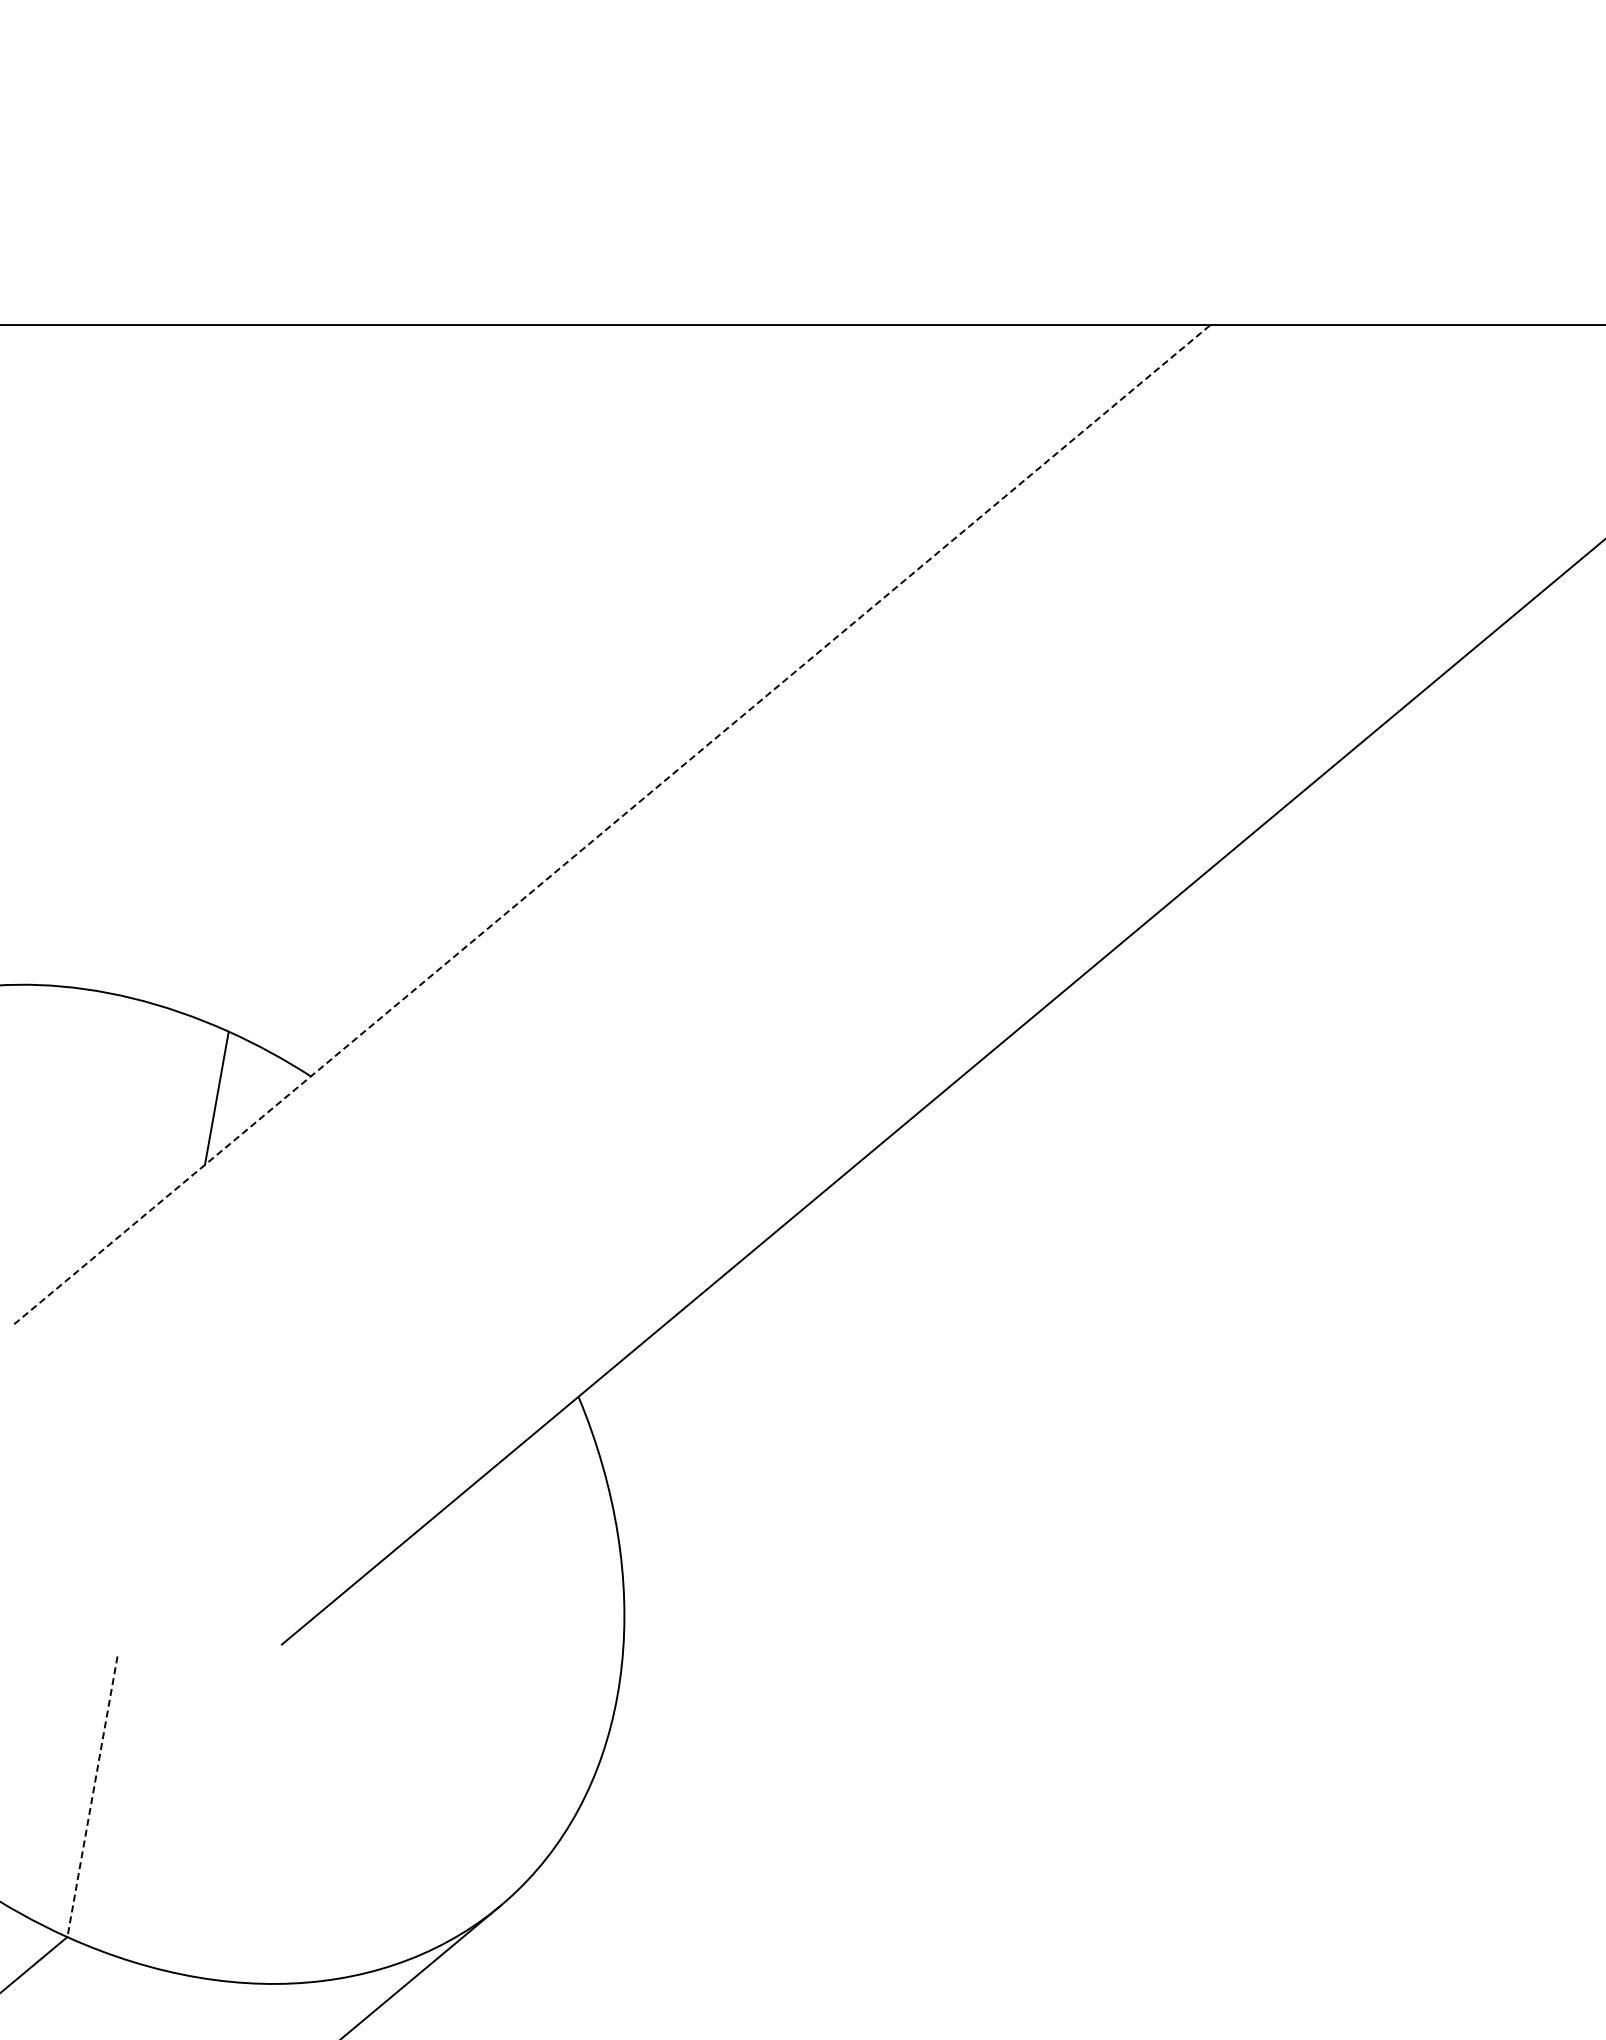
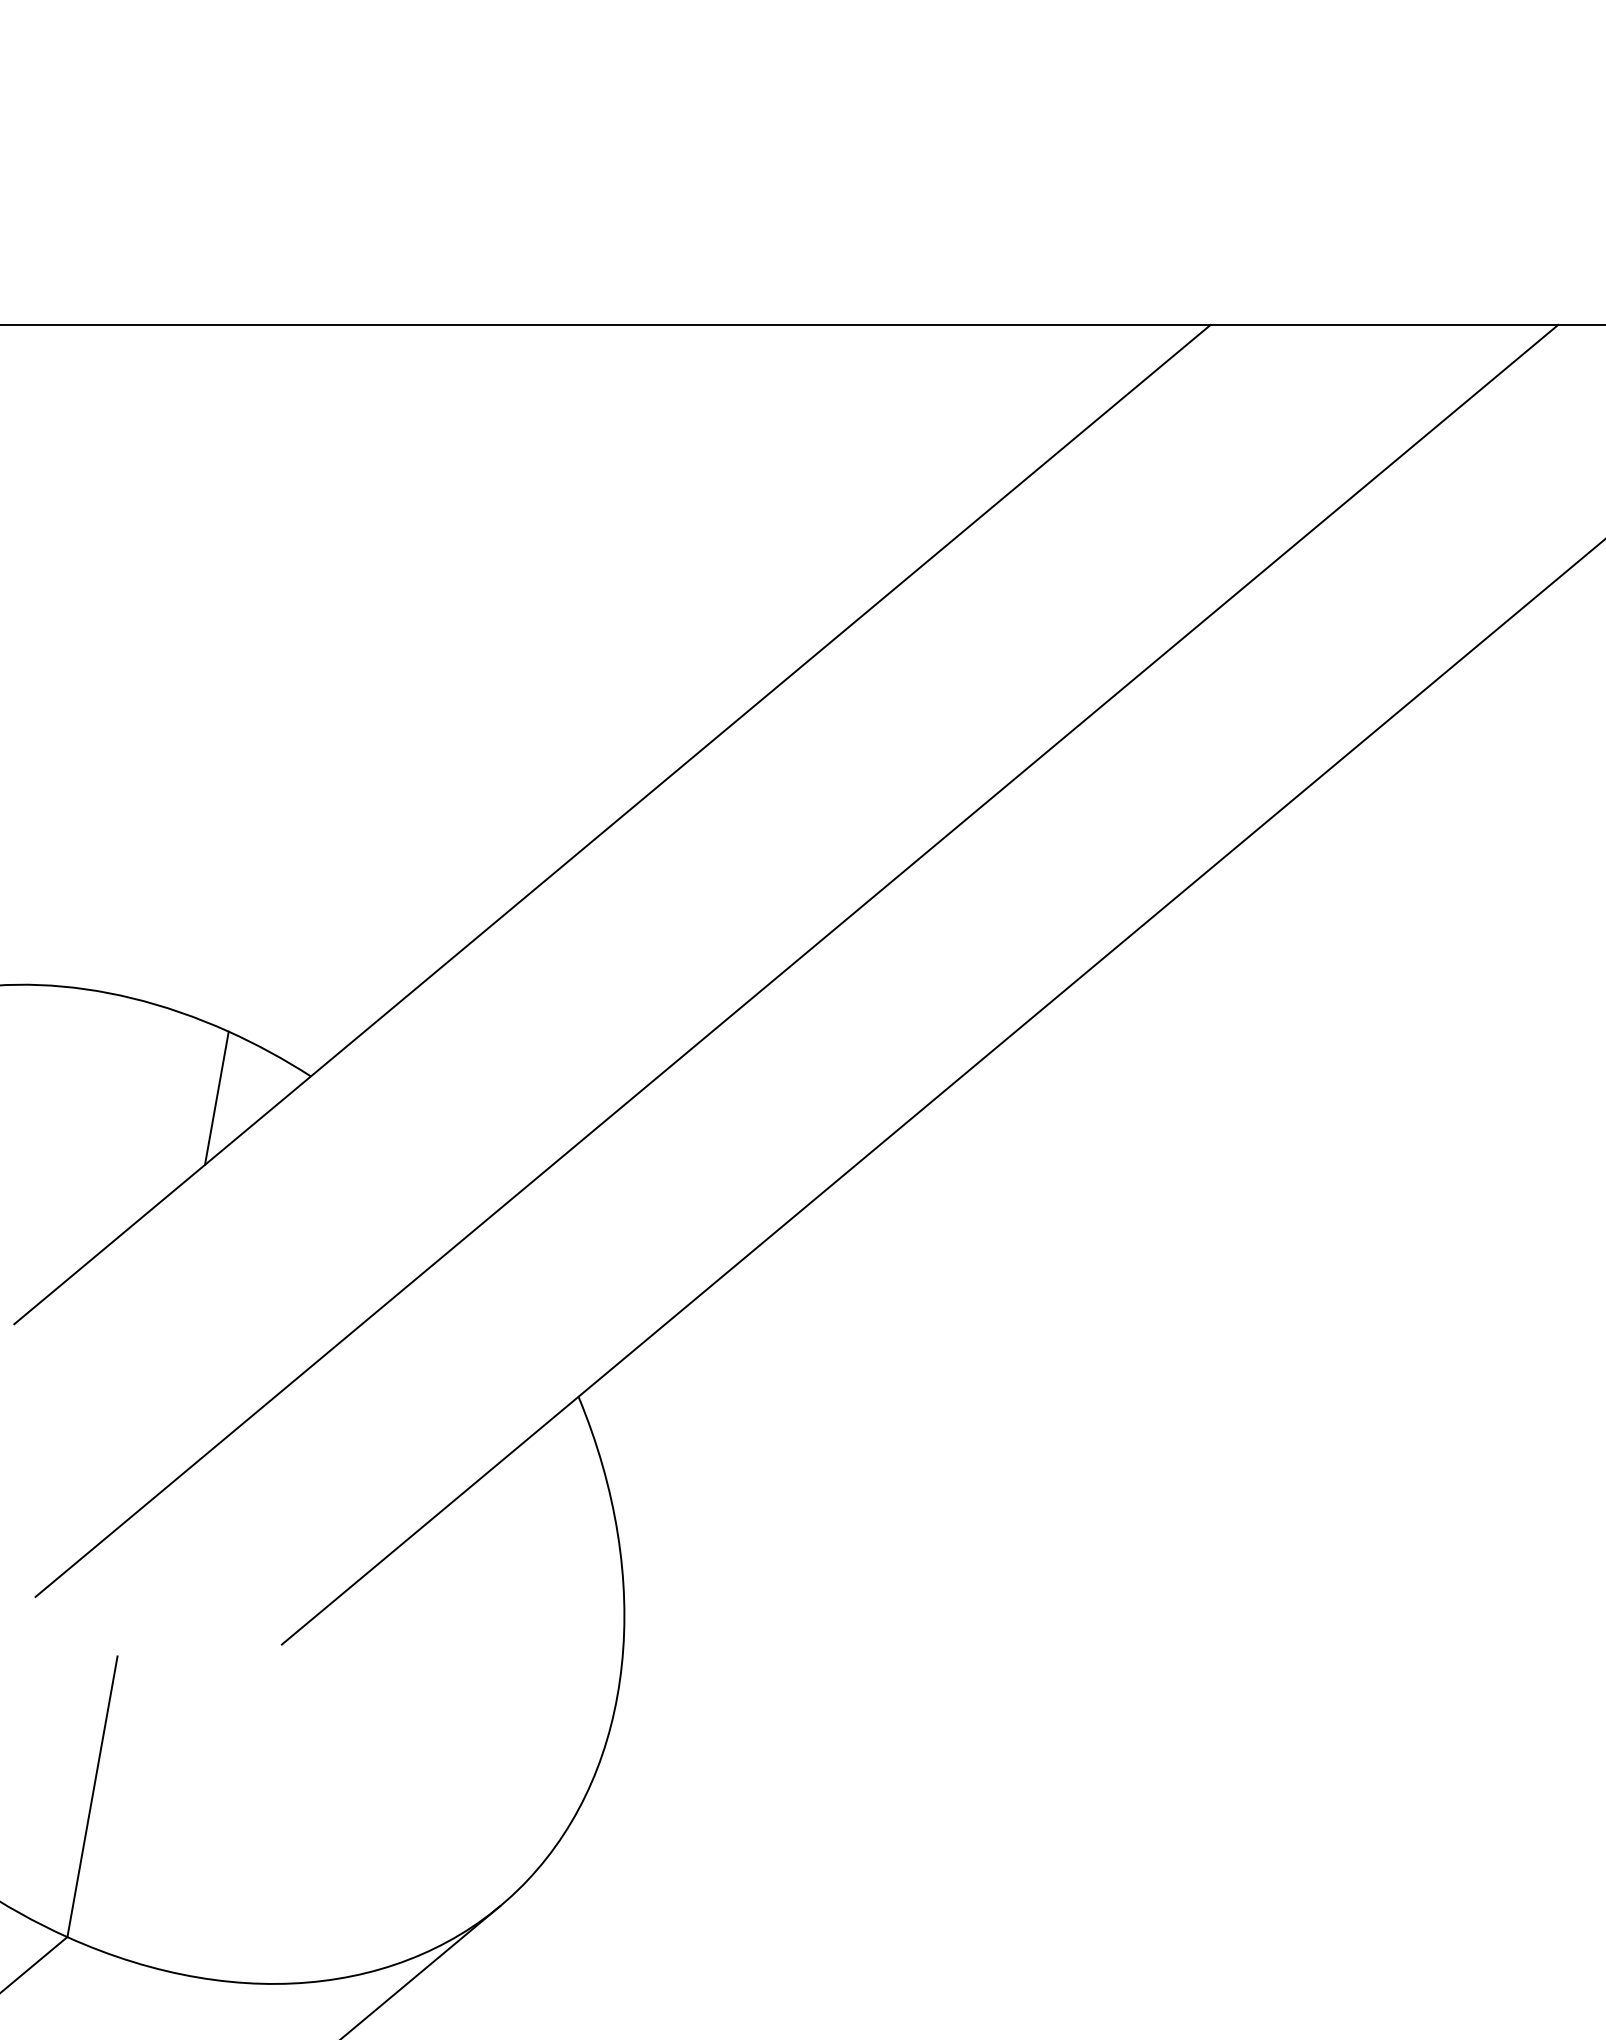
line at (612, 824): dashed -> solid
line at (796, 960): none -> present
line at (92, 1796): dashed -> solid
